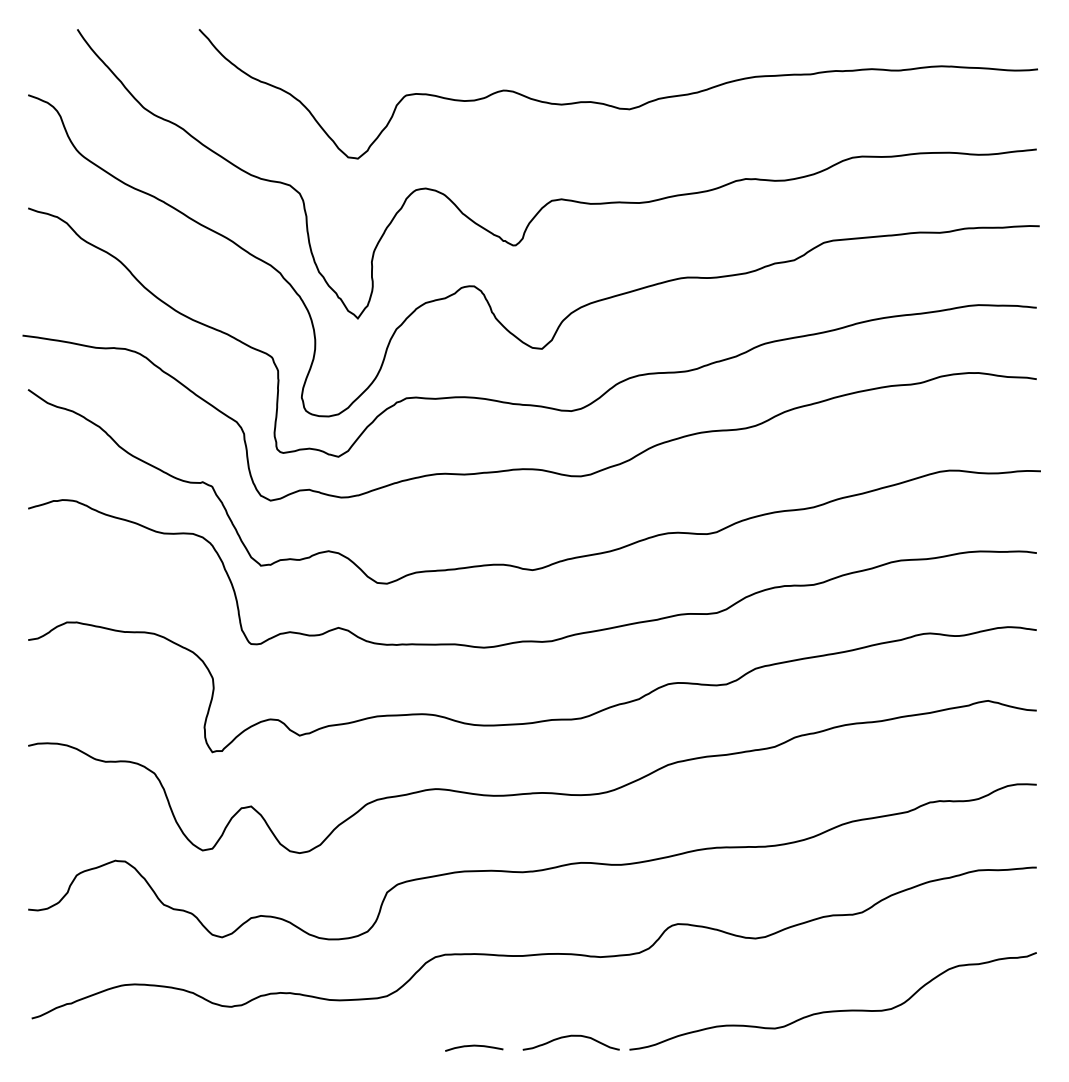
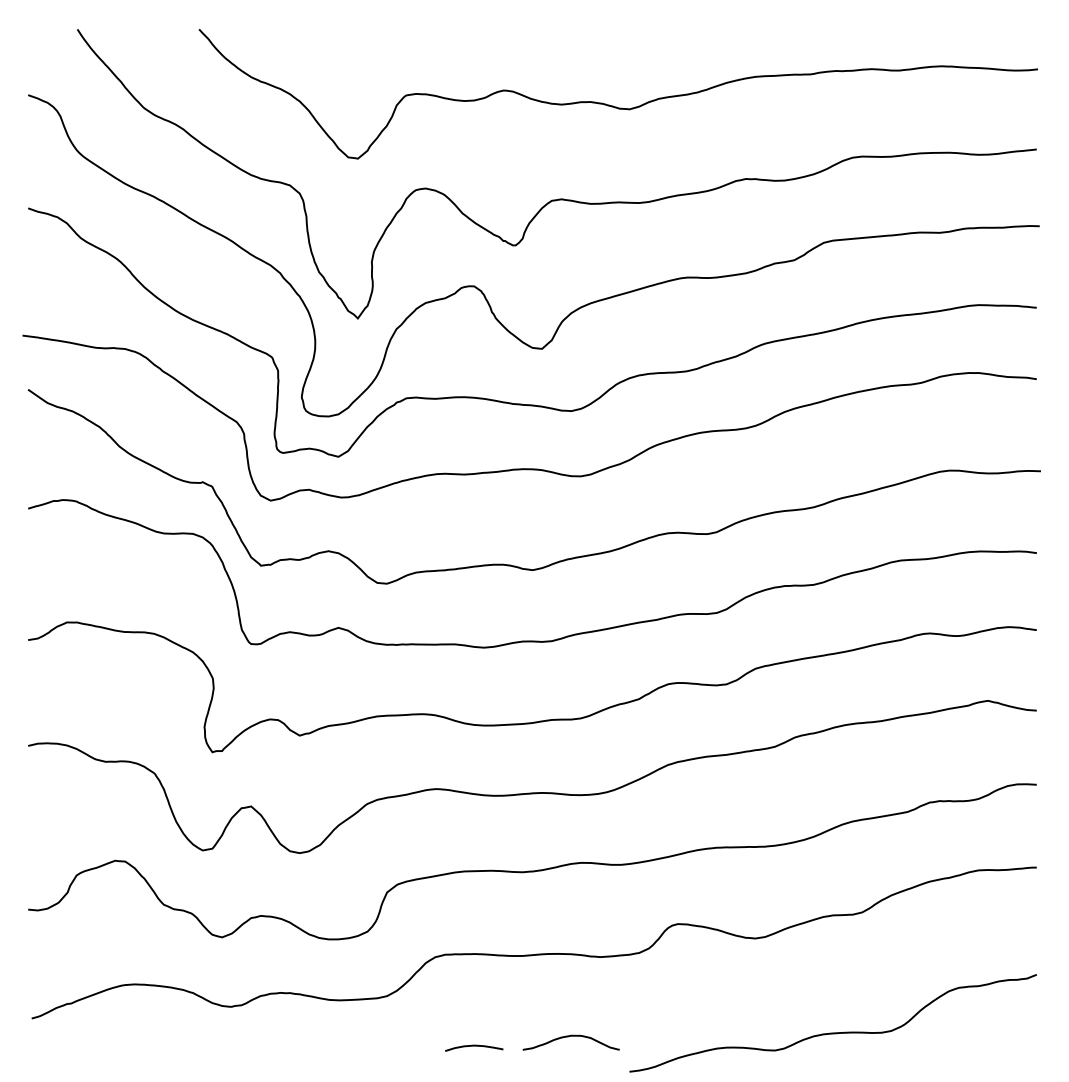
curve at (832, 1010) position: (832, 1010) -> (832, 1032)
